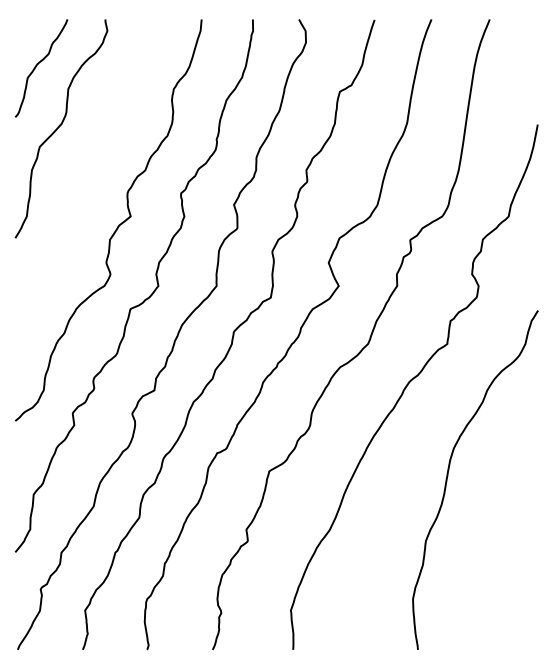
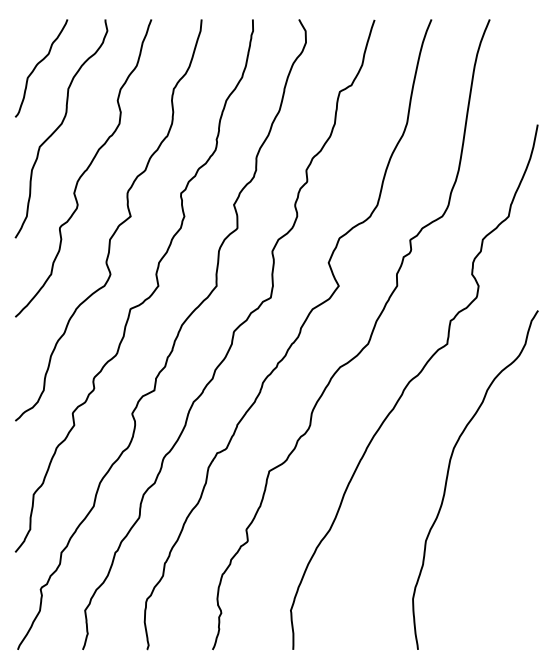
curve at (85, 169): none -> present
